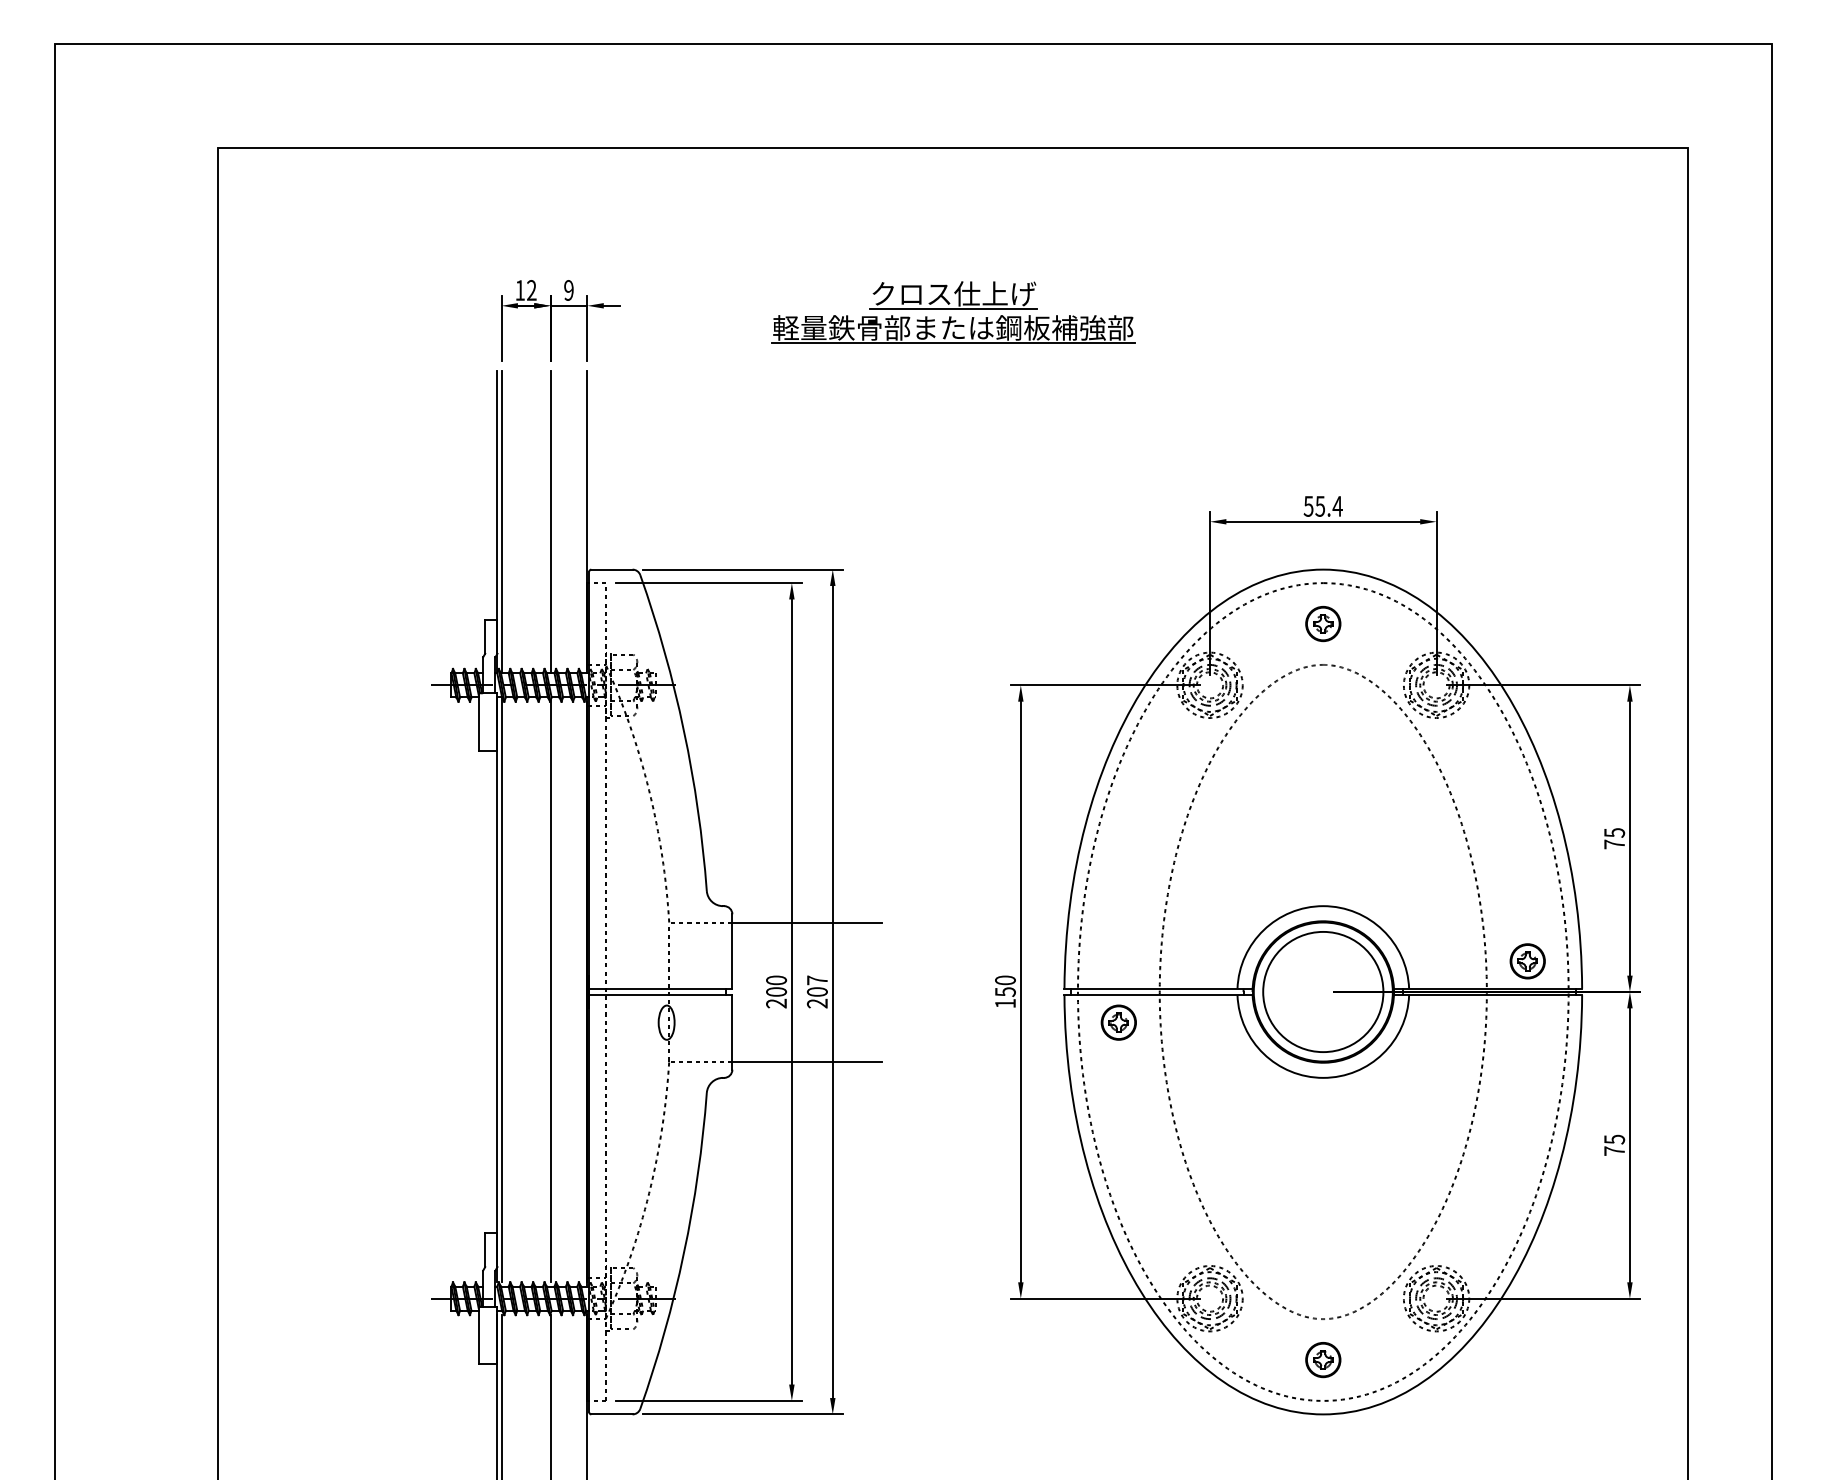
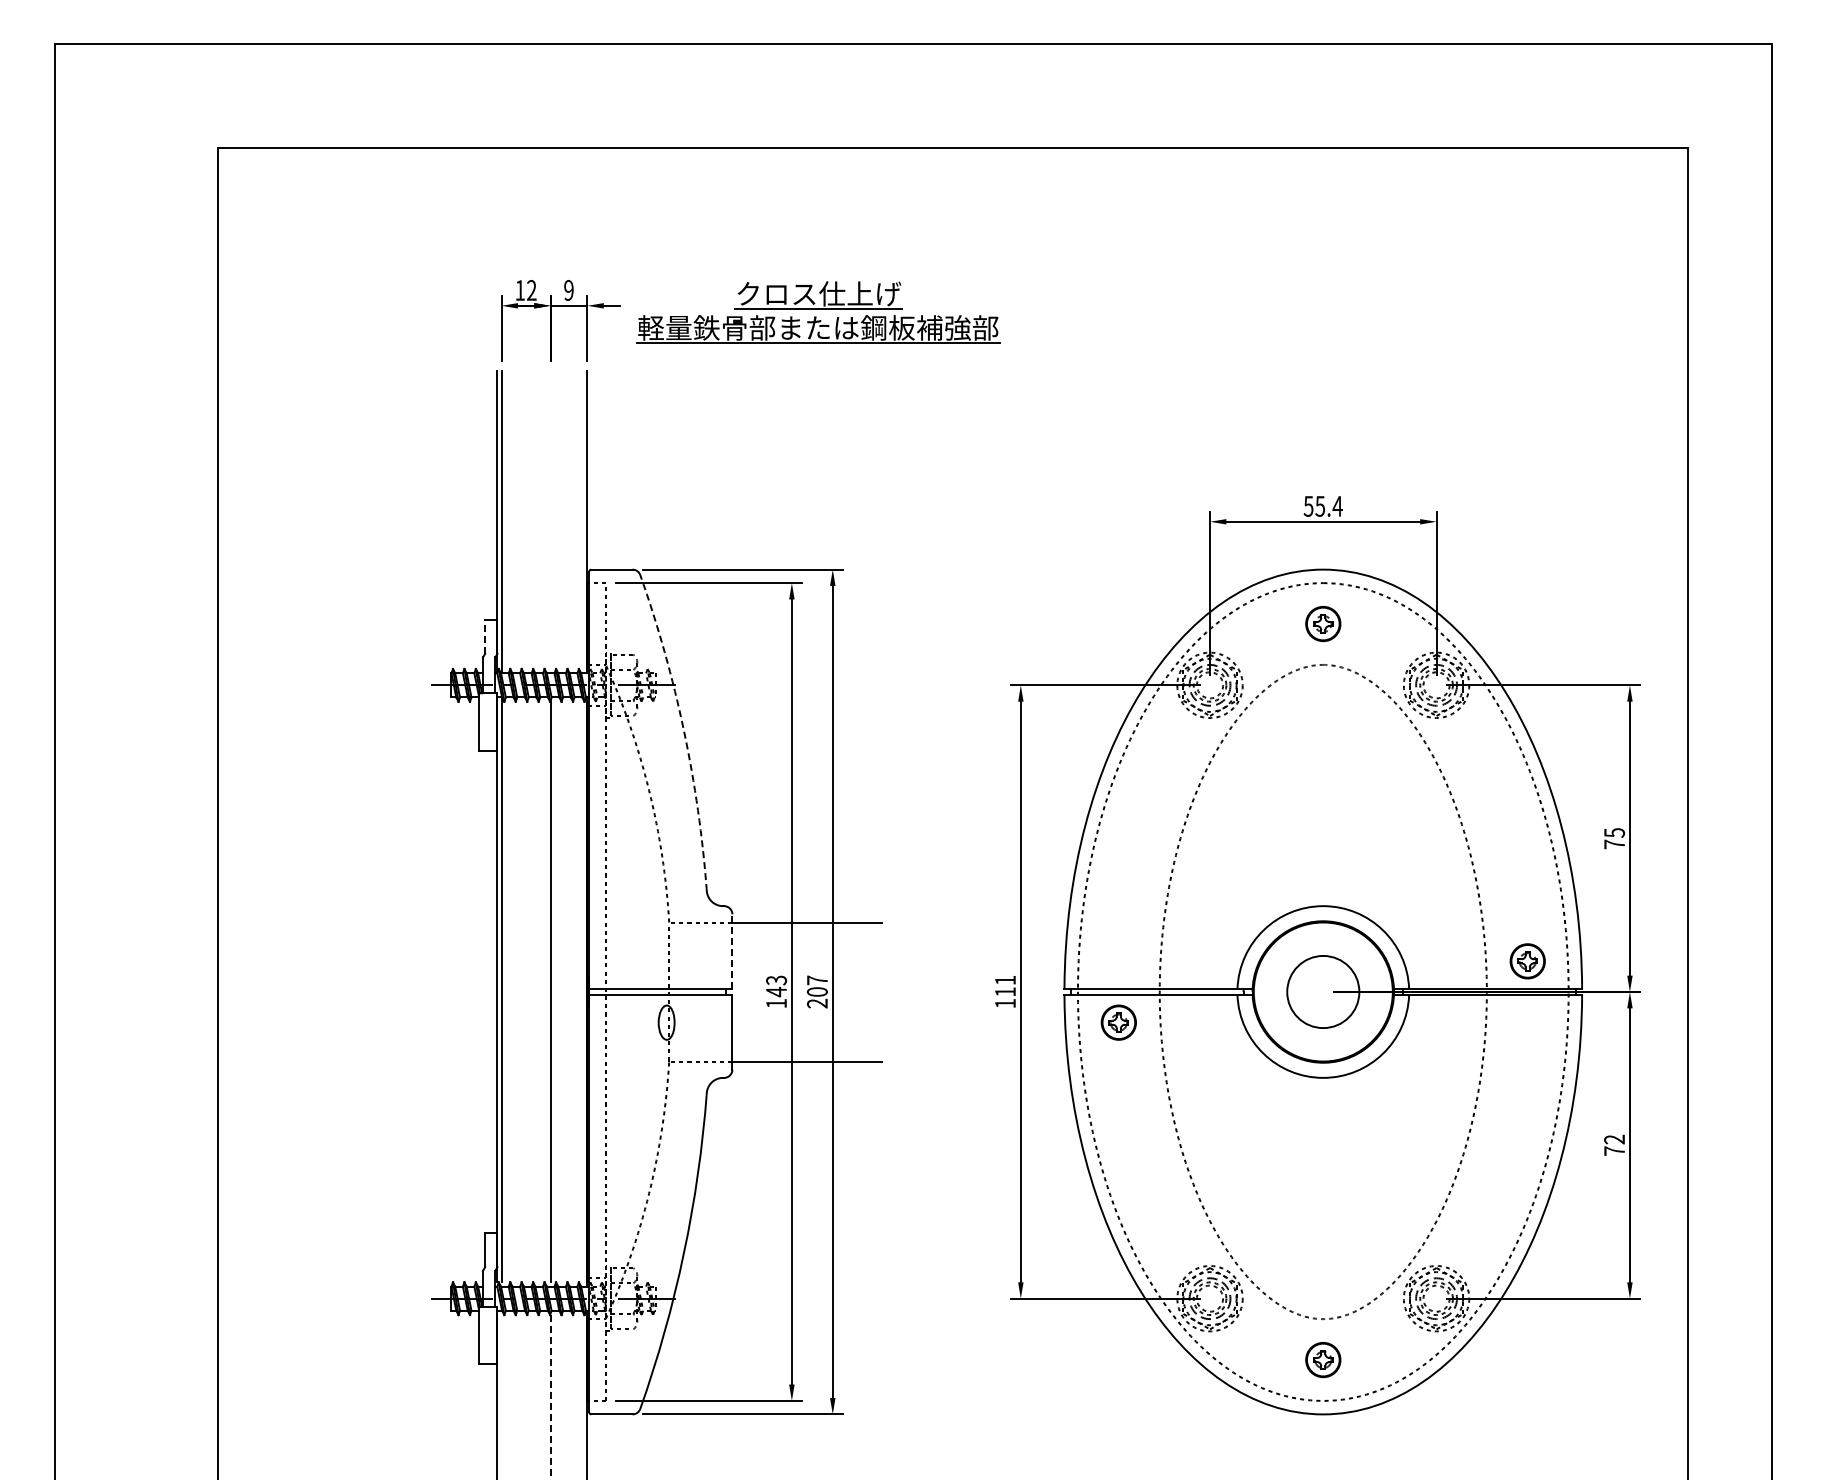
part at (953, 312) position: (953, 312) -> (818, 312)
line at (550, 522): present -> none
line at (485, 636): solid -> dashed
arc at (683, 730): solid -> dashed
line at (732, 951): solid -> dashed
text at (1005, 985): 150 -> 111
text at (776, 991): 200 -> 143
circle at (1323, 991) diameter: 120 px -> 72 px
text at (1614, 1139): 75 -> 72
line at (501, 1395): present -> none
line at (550, 1397): solid -> dashed
